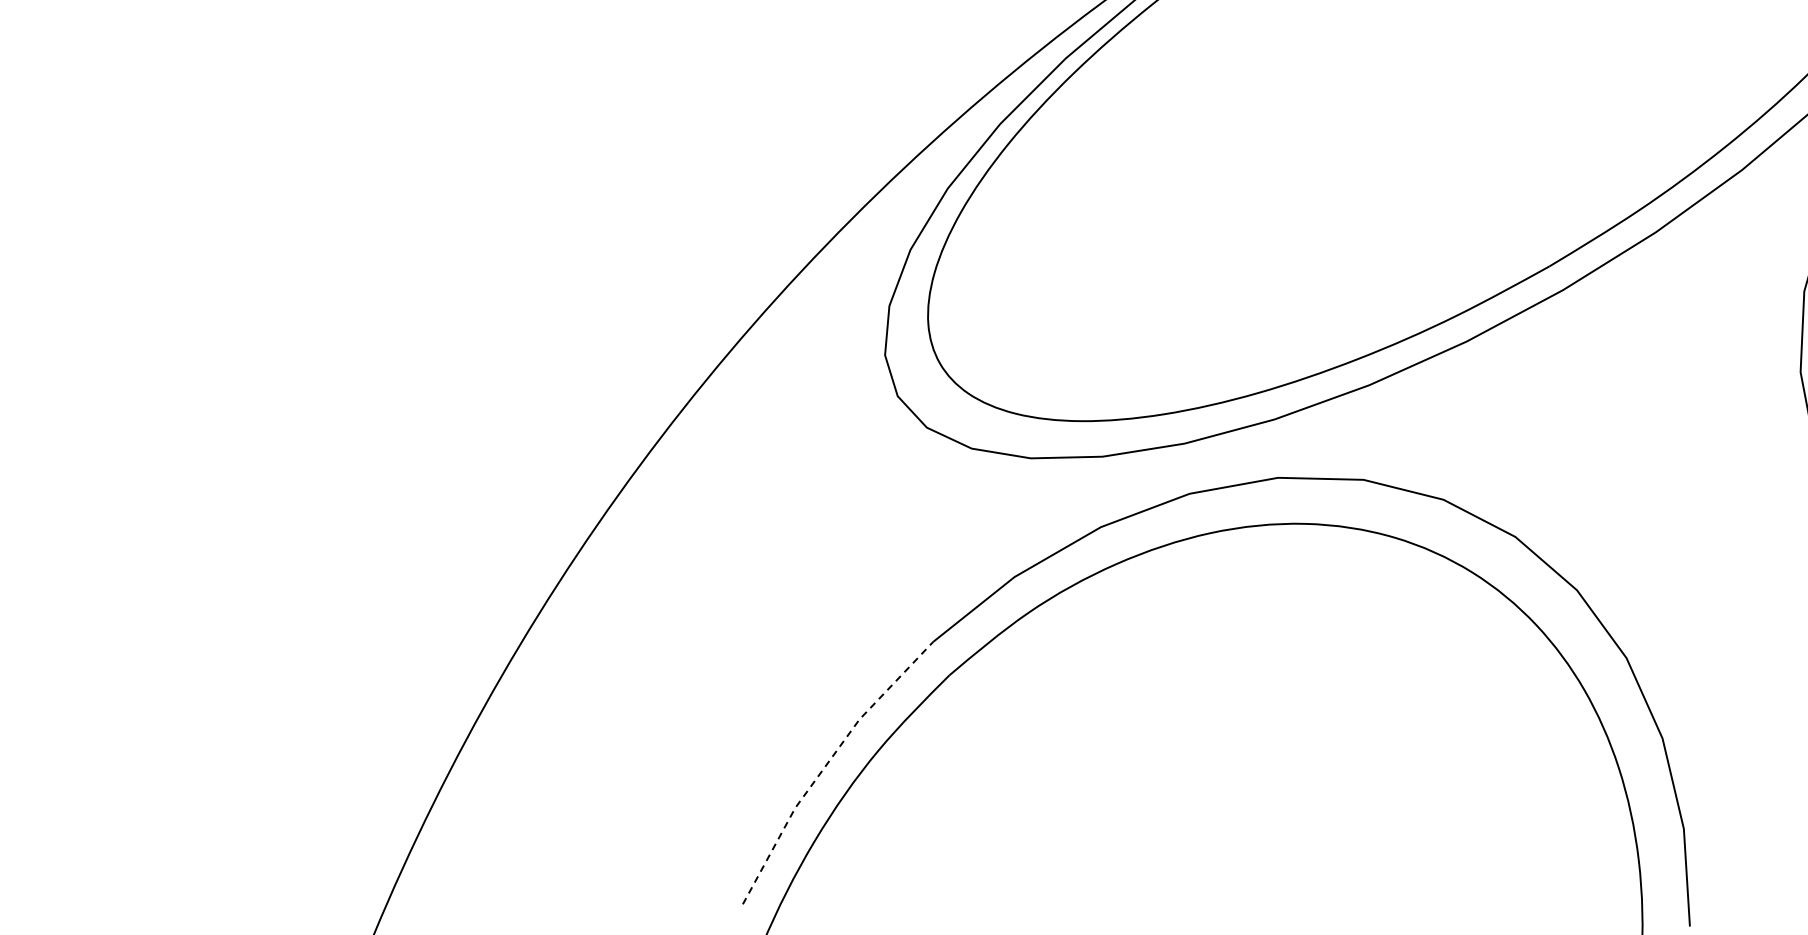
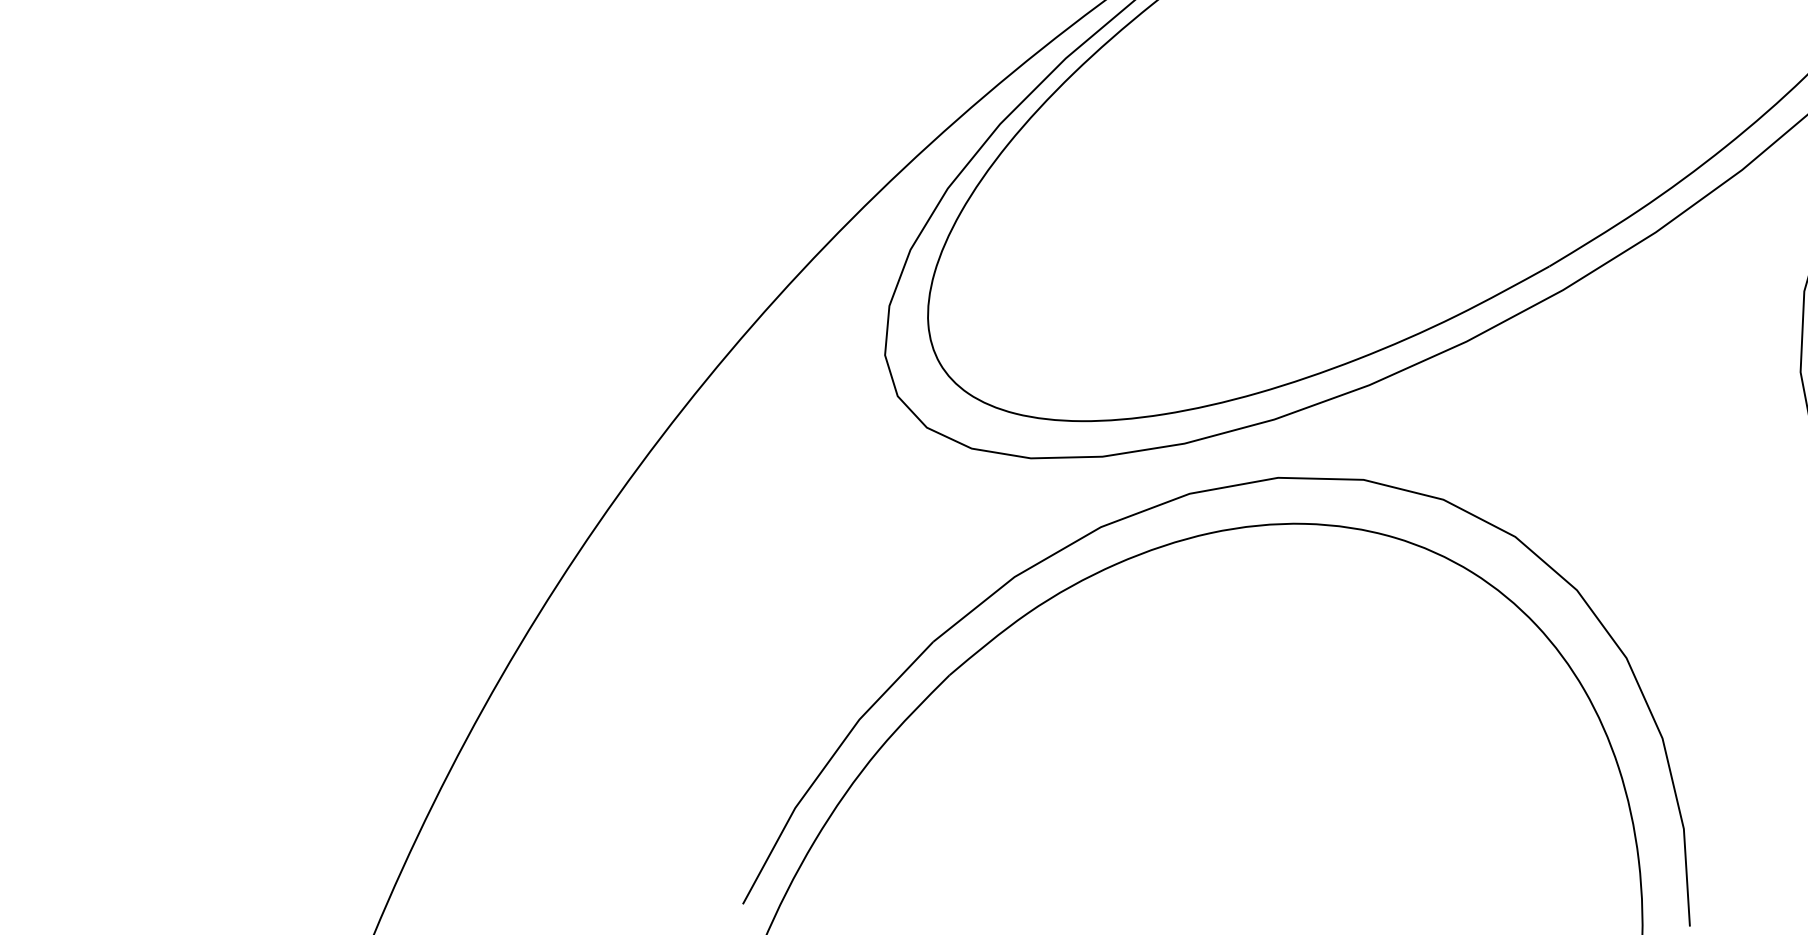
line at (826, 764): dashed -> solid
